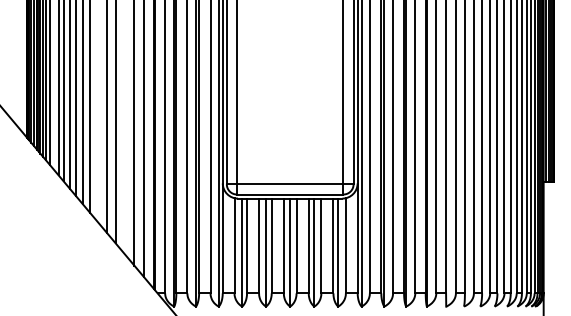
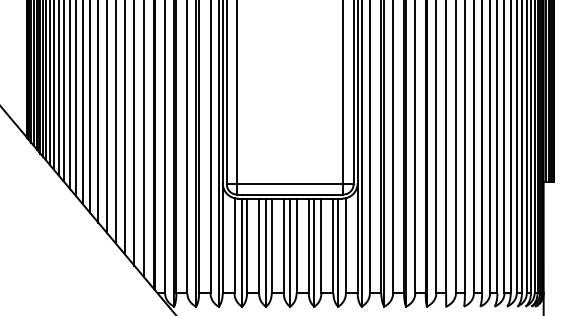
line at (53, 85): none -> present
line at (98, 112): none -> present
line at (124, 127): none -> present
